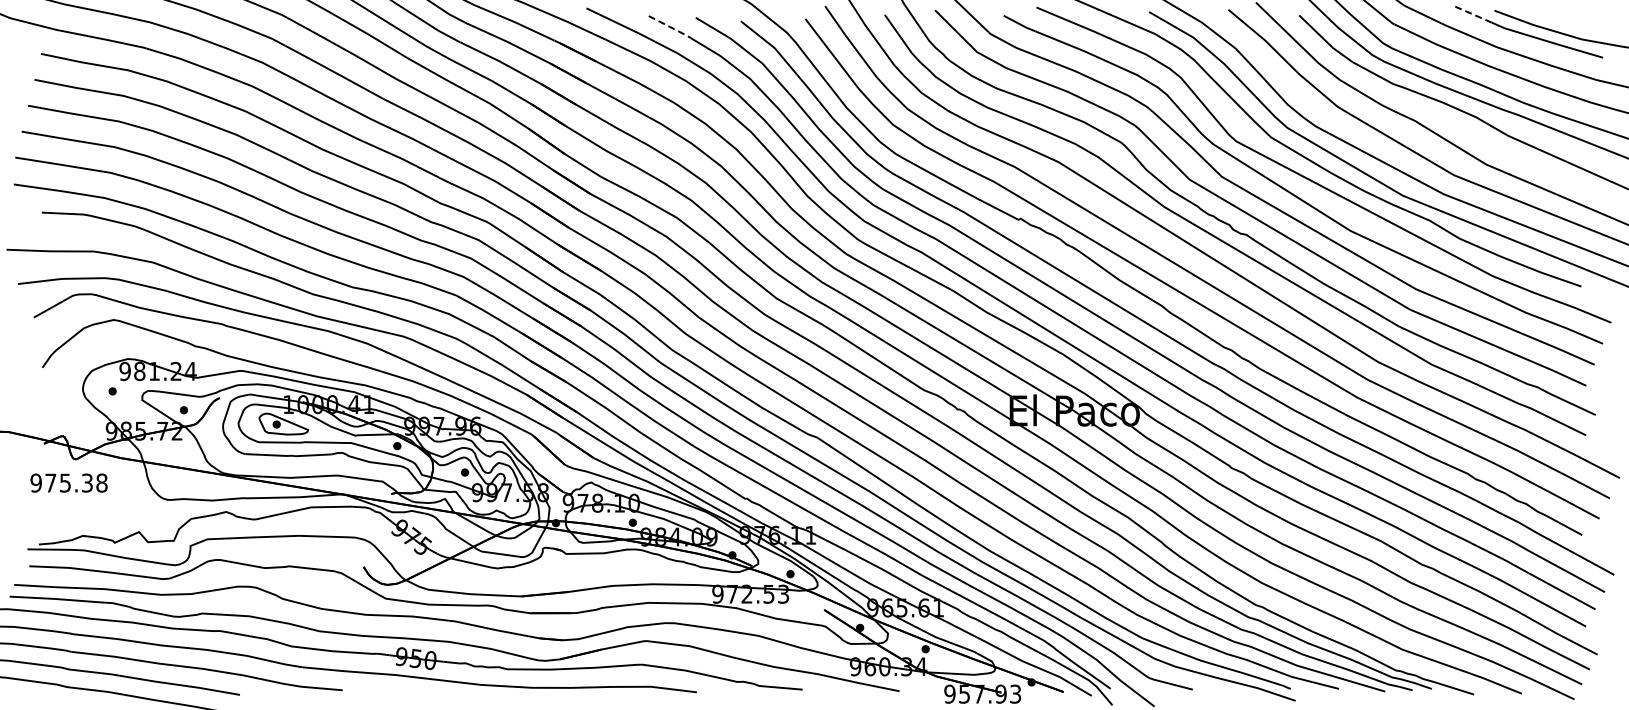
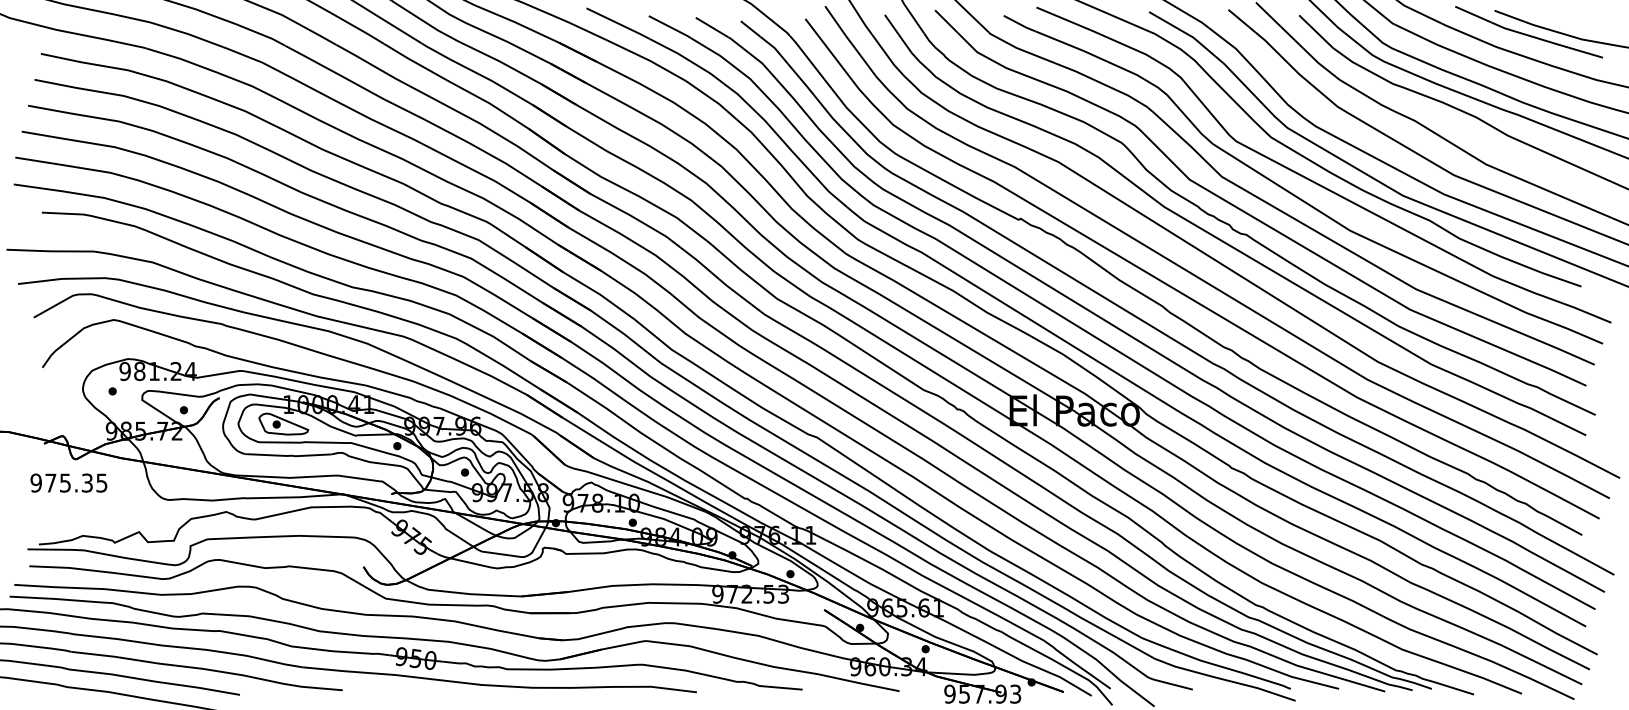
line at (1473, 14): dashed -> solid
line at (670, 27): dashed -> solid
text at (101, 482): 975.38 -> 975.35
